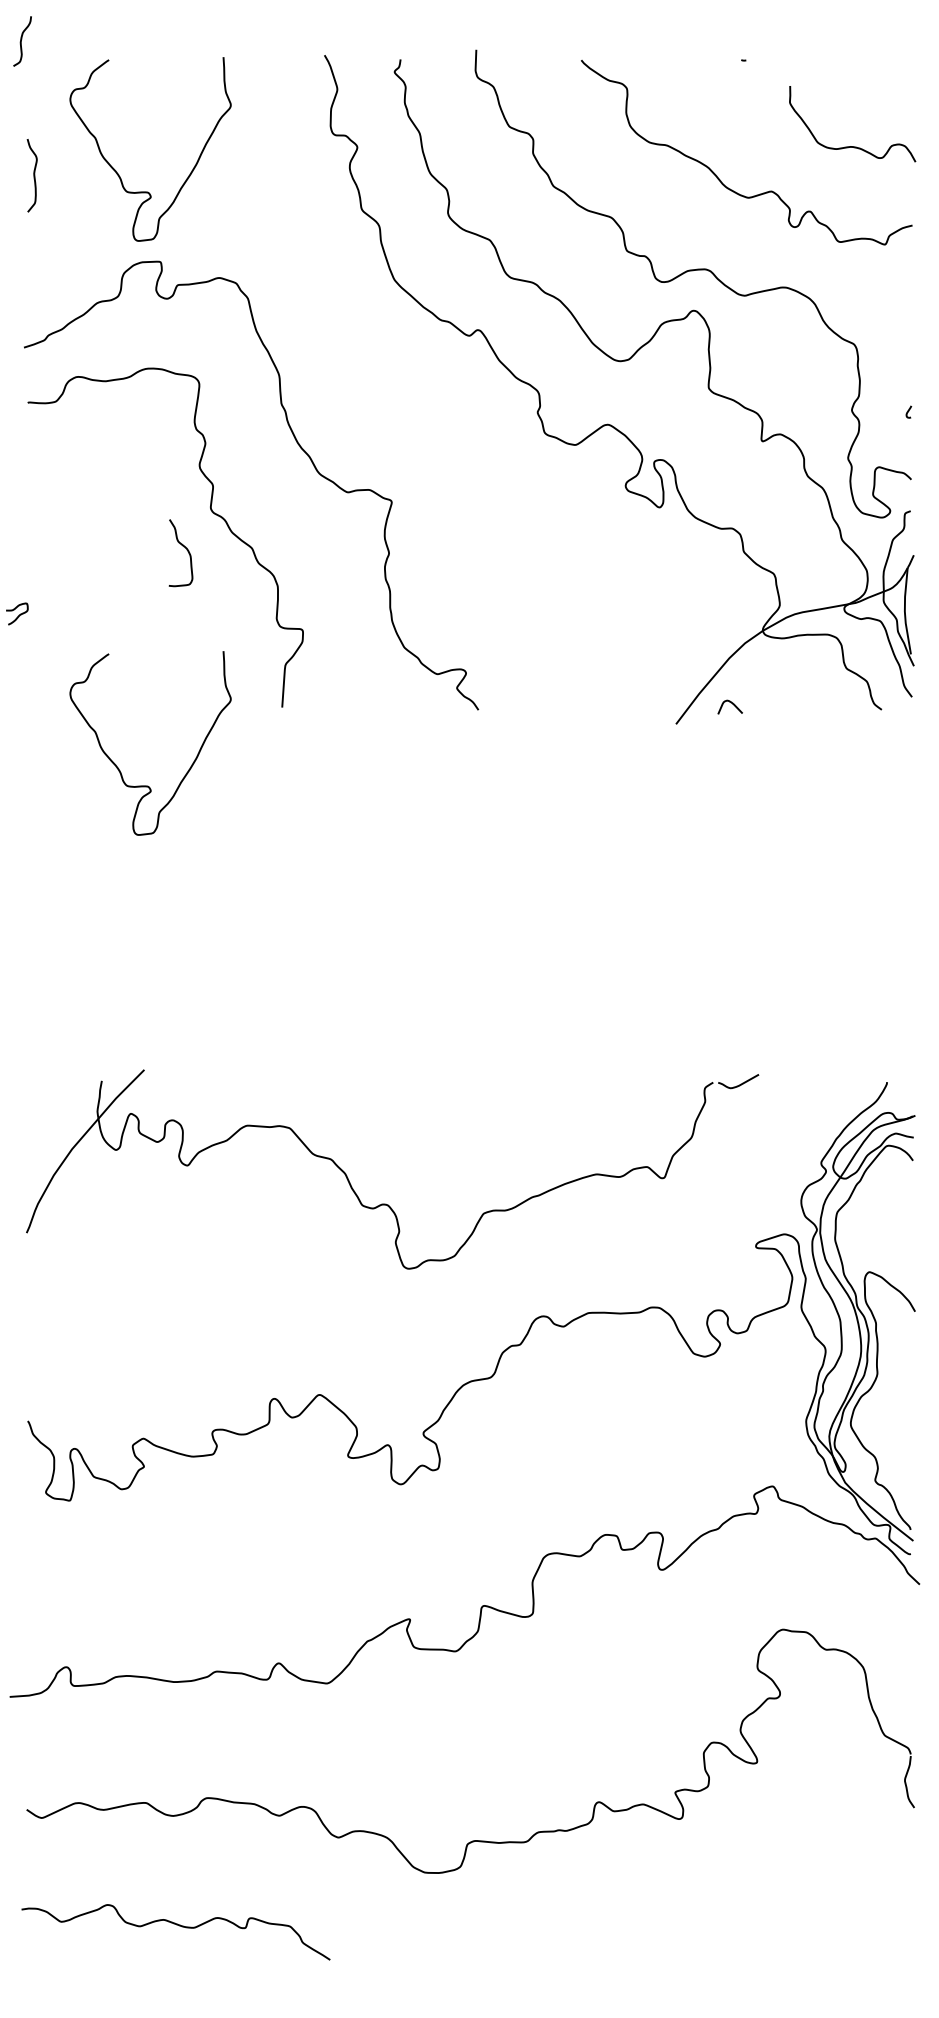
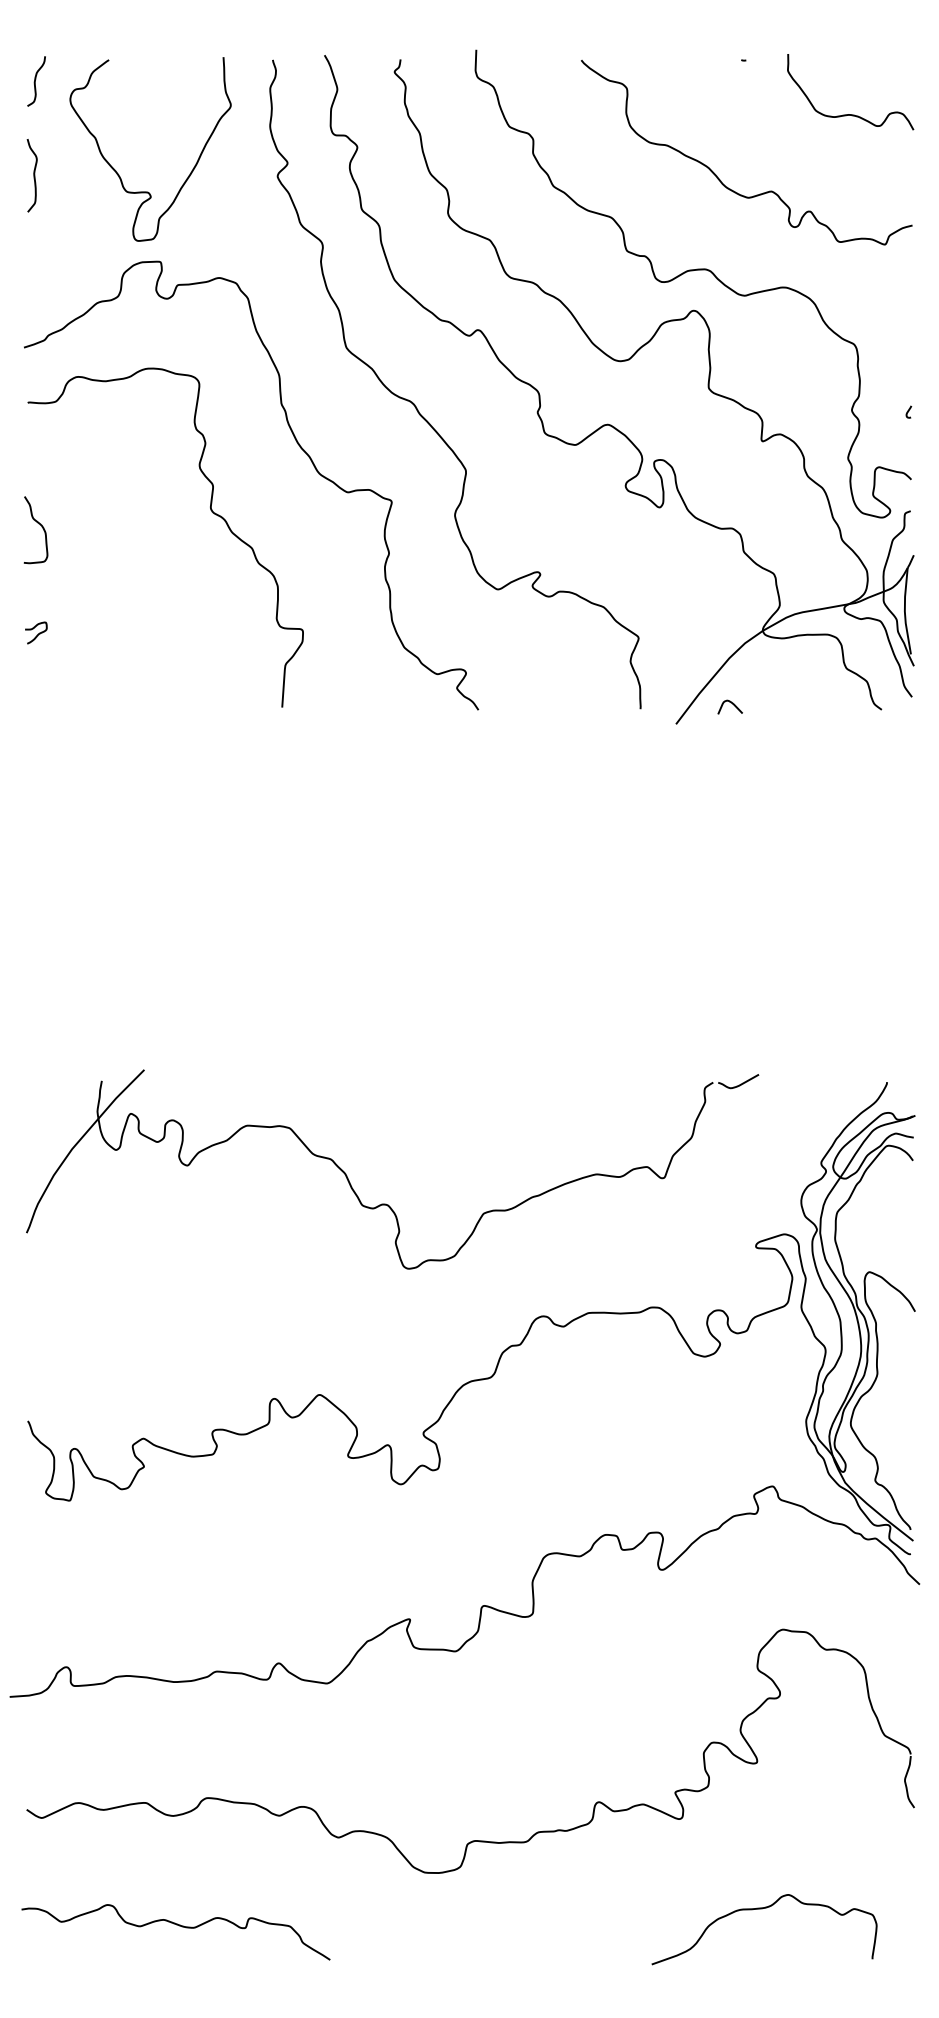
curve at (21, 41) position: (21, 41) -> (35, 81)
curve at (852, 146) position: (852, 146) -> (850, 114)
curve at (418, 409): none -> present
curve at (186, 550) position: (186, 550) -> (41, 527)
curve at (19, 614) position: (19, 614) -> (38, 633)
curve at (119, 768): present -> none
curve at (762, 1909): none -> present
